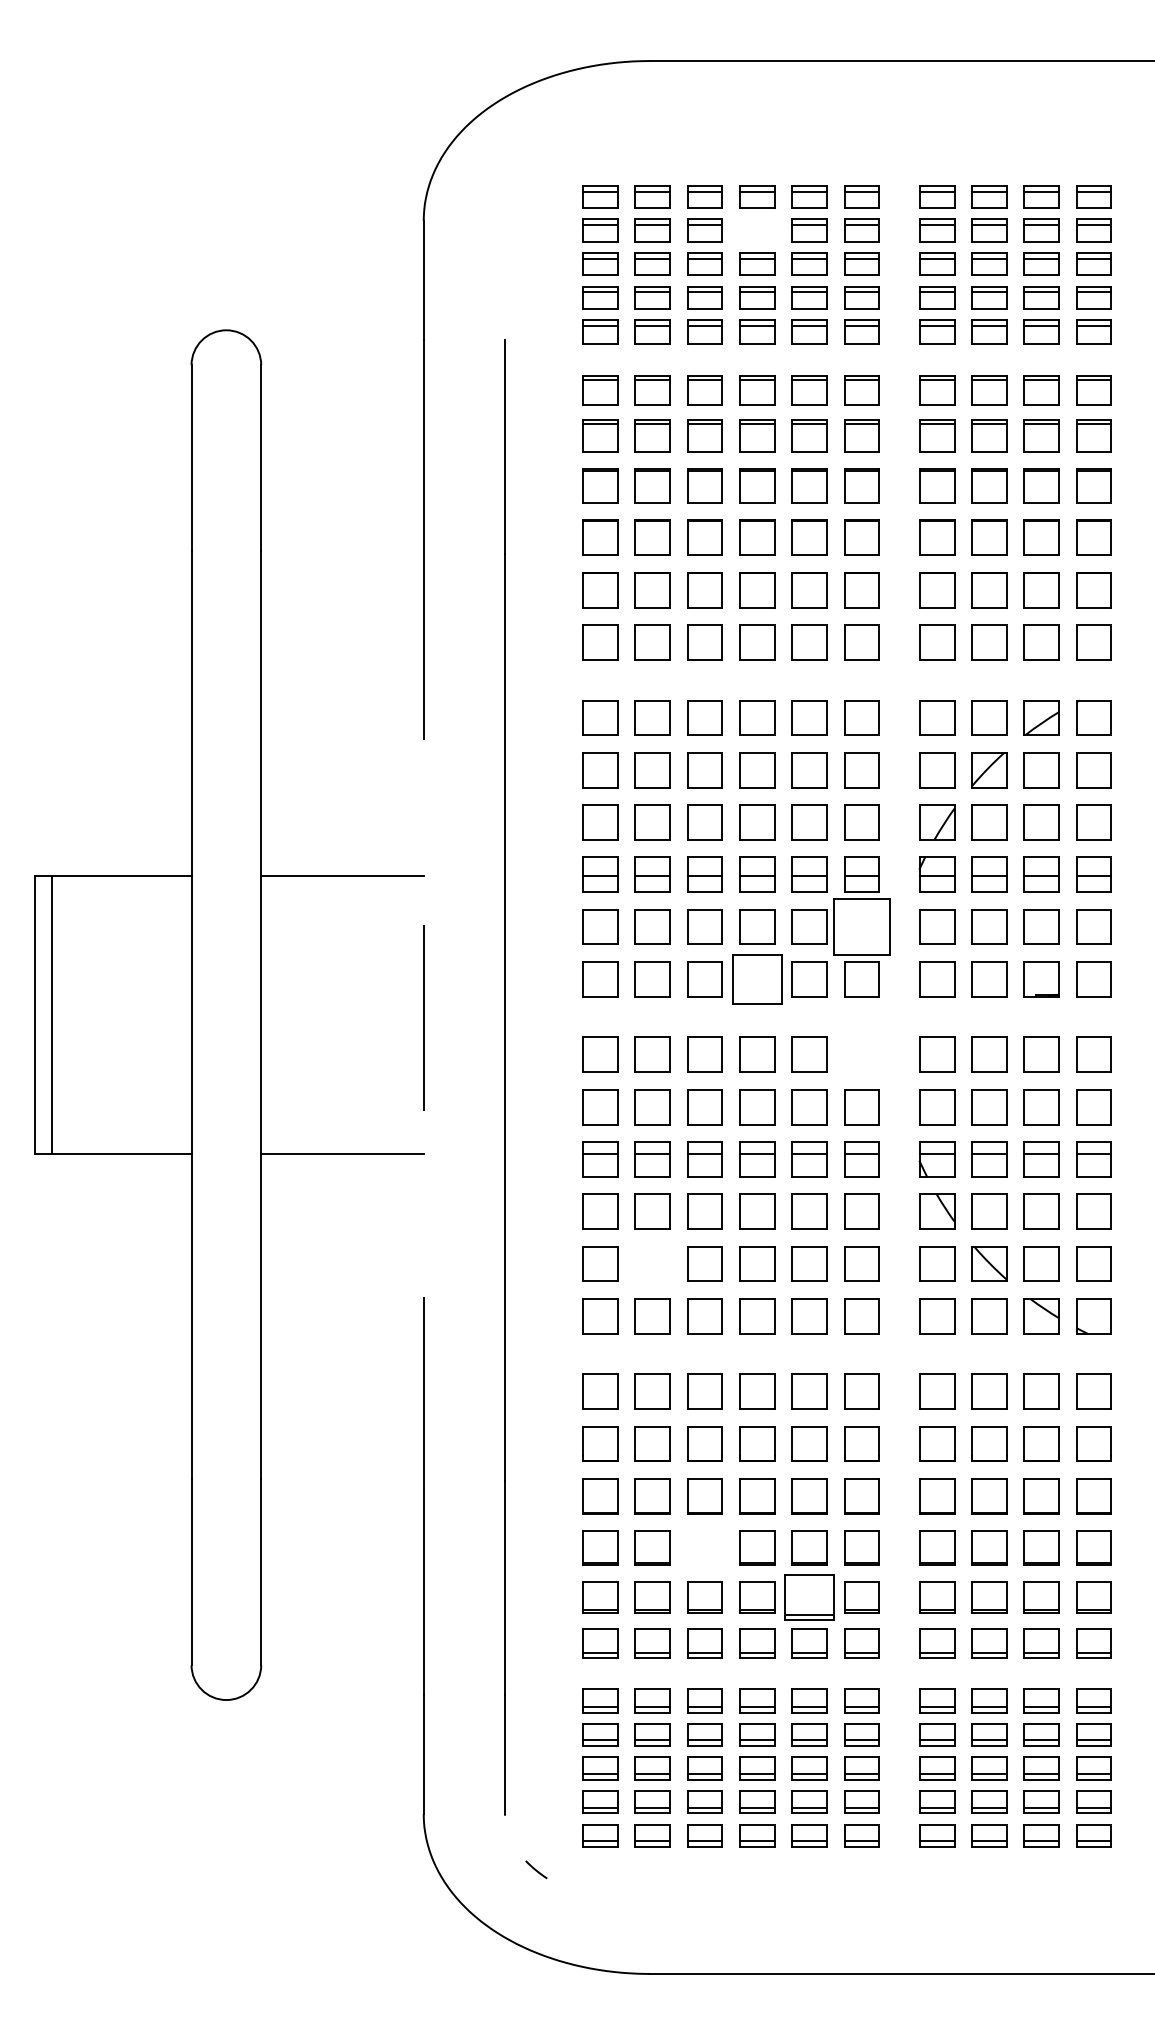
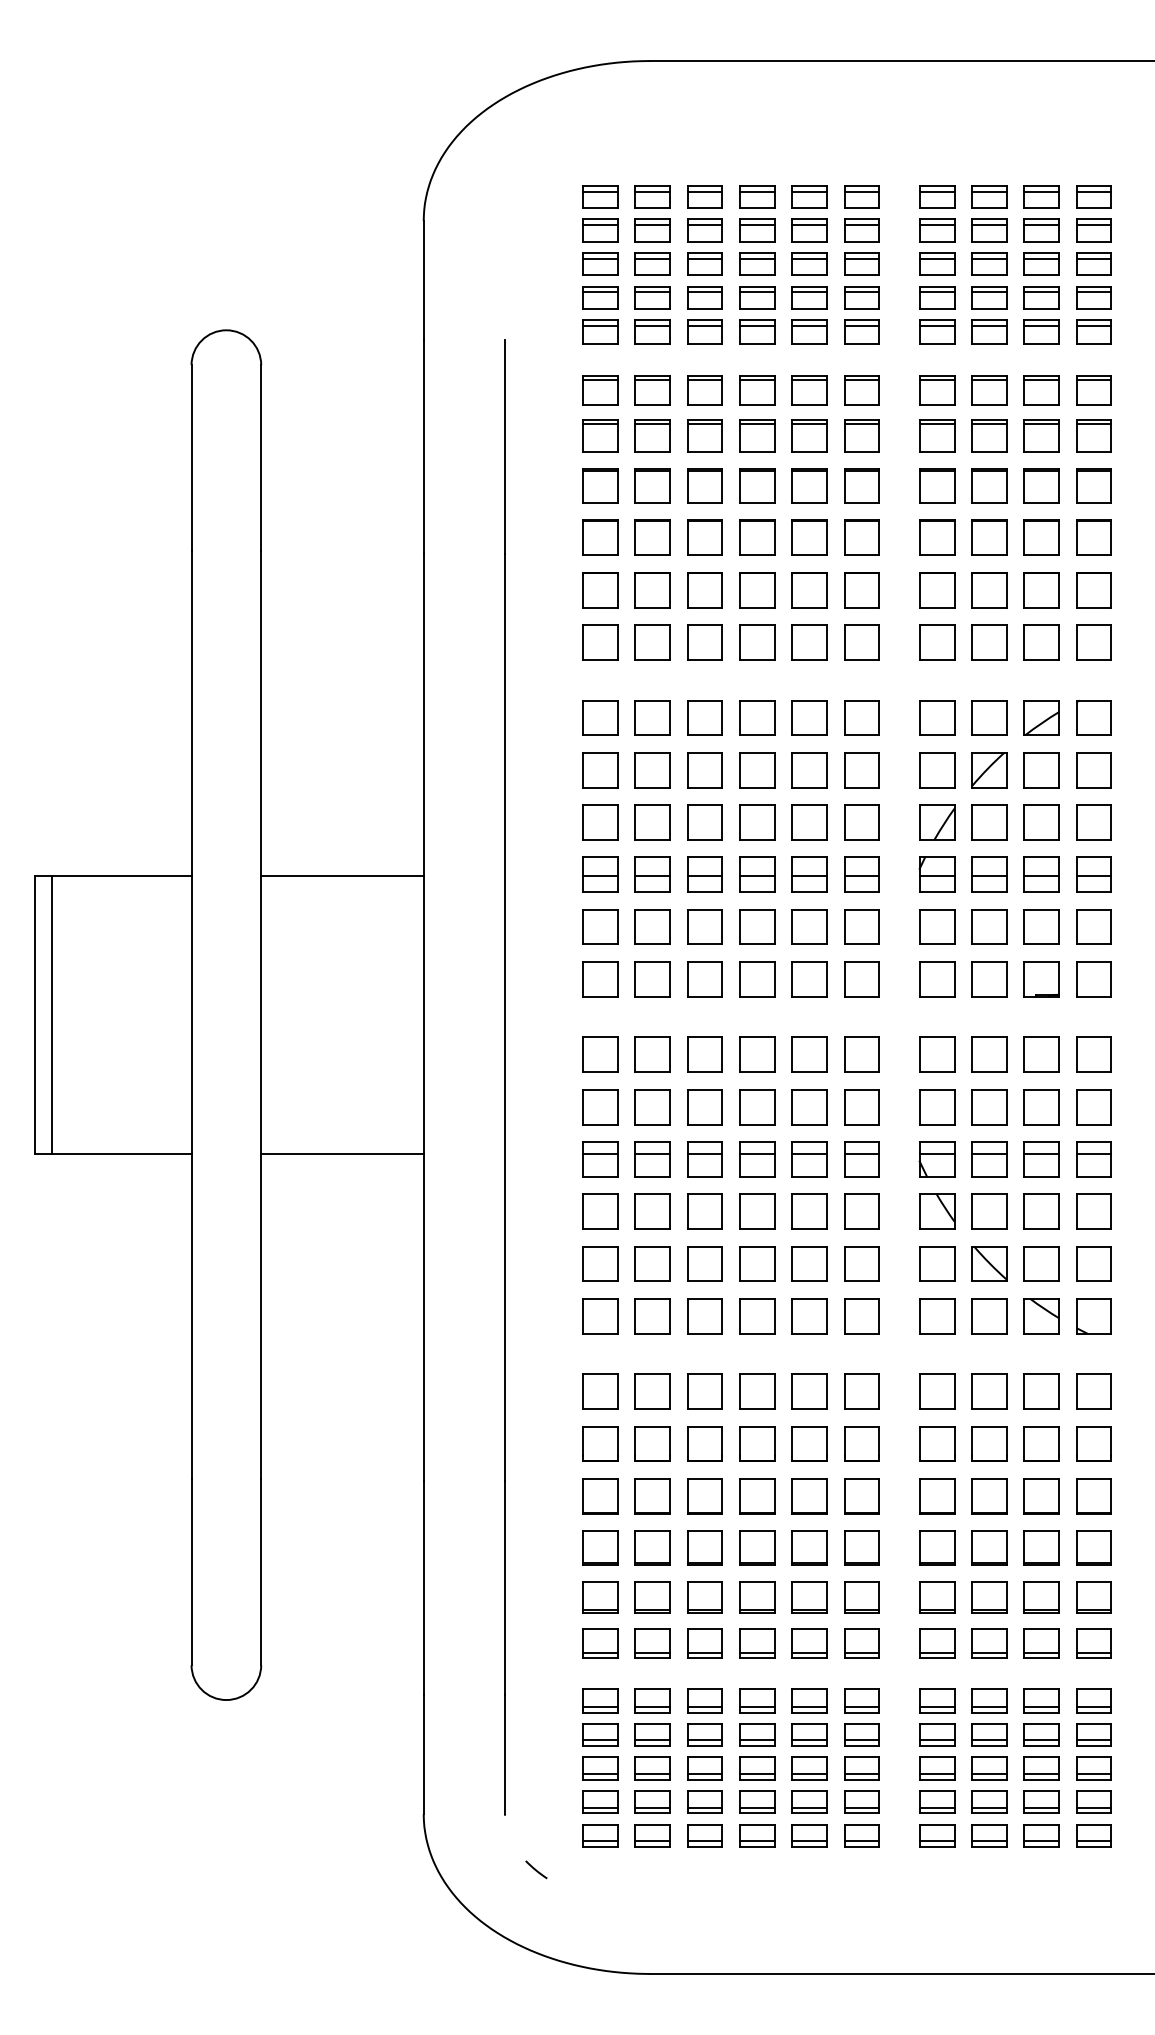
part at (757, 230): none -> present
part at (861, 926) size: 58x58 px -> 36x36 px
part at (757, 979) size: 51x51 px -> 37x37 px
line at (423, 1017): dashed -> solid
part at (861, 1054): none -> present
part at (652, 1263): none -> present
part at (704, 1547): none -> present
part at (809, 1597) size: 51x47 px -> 37x33 px
